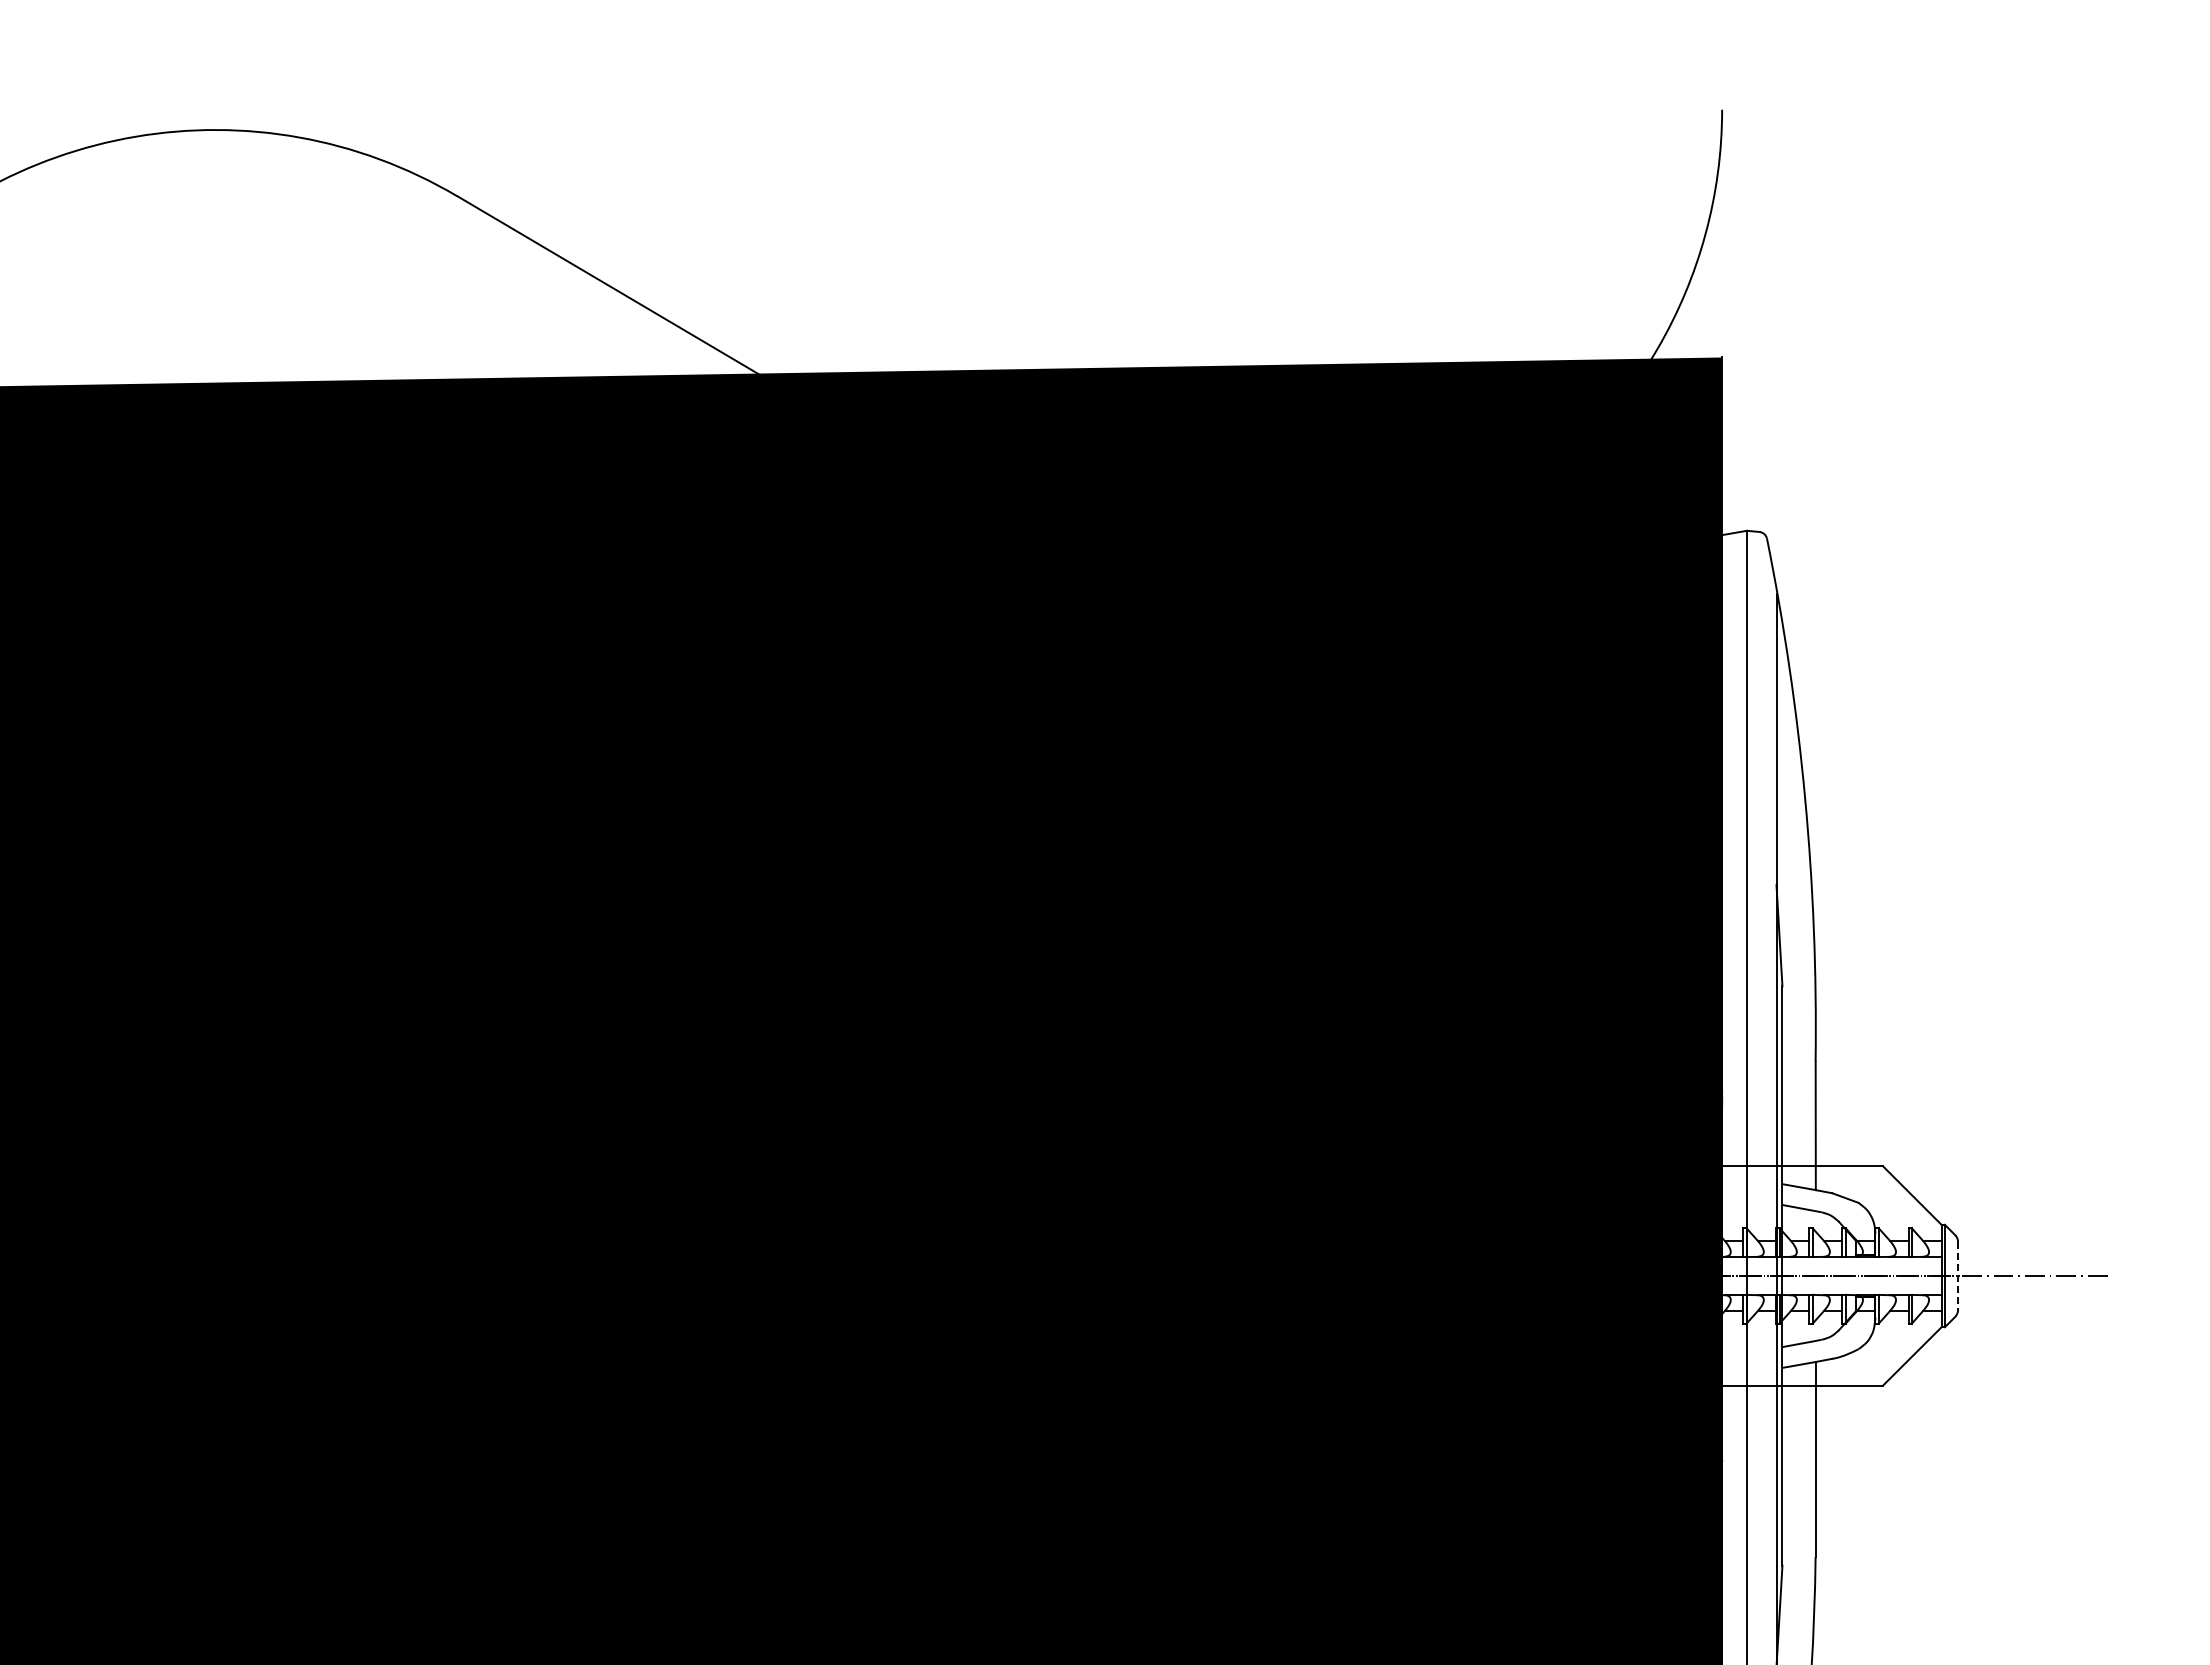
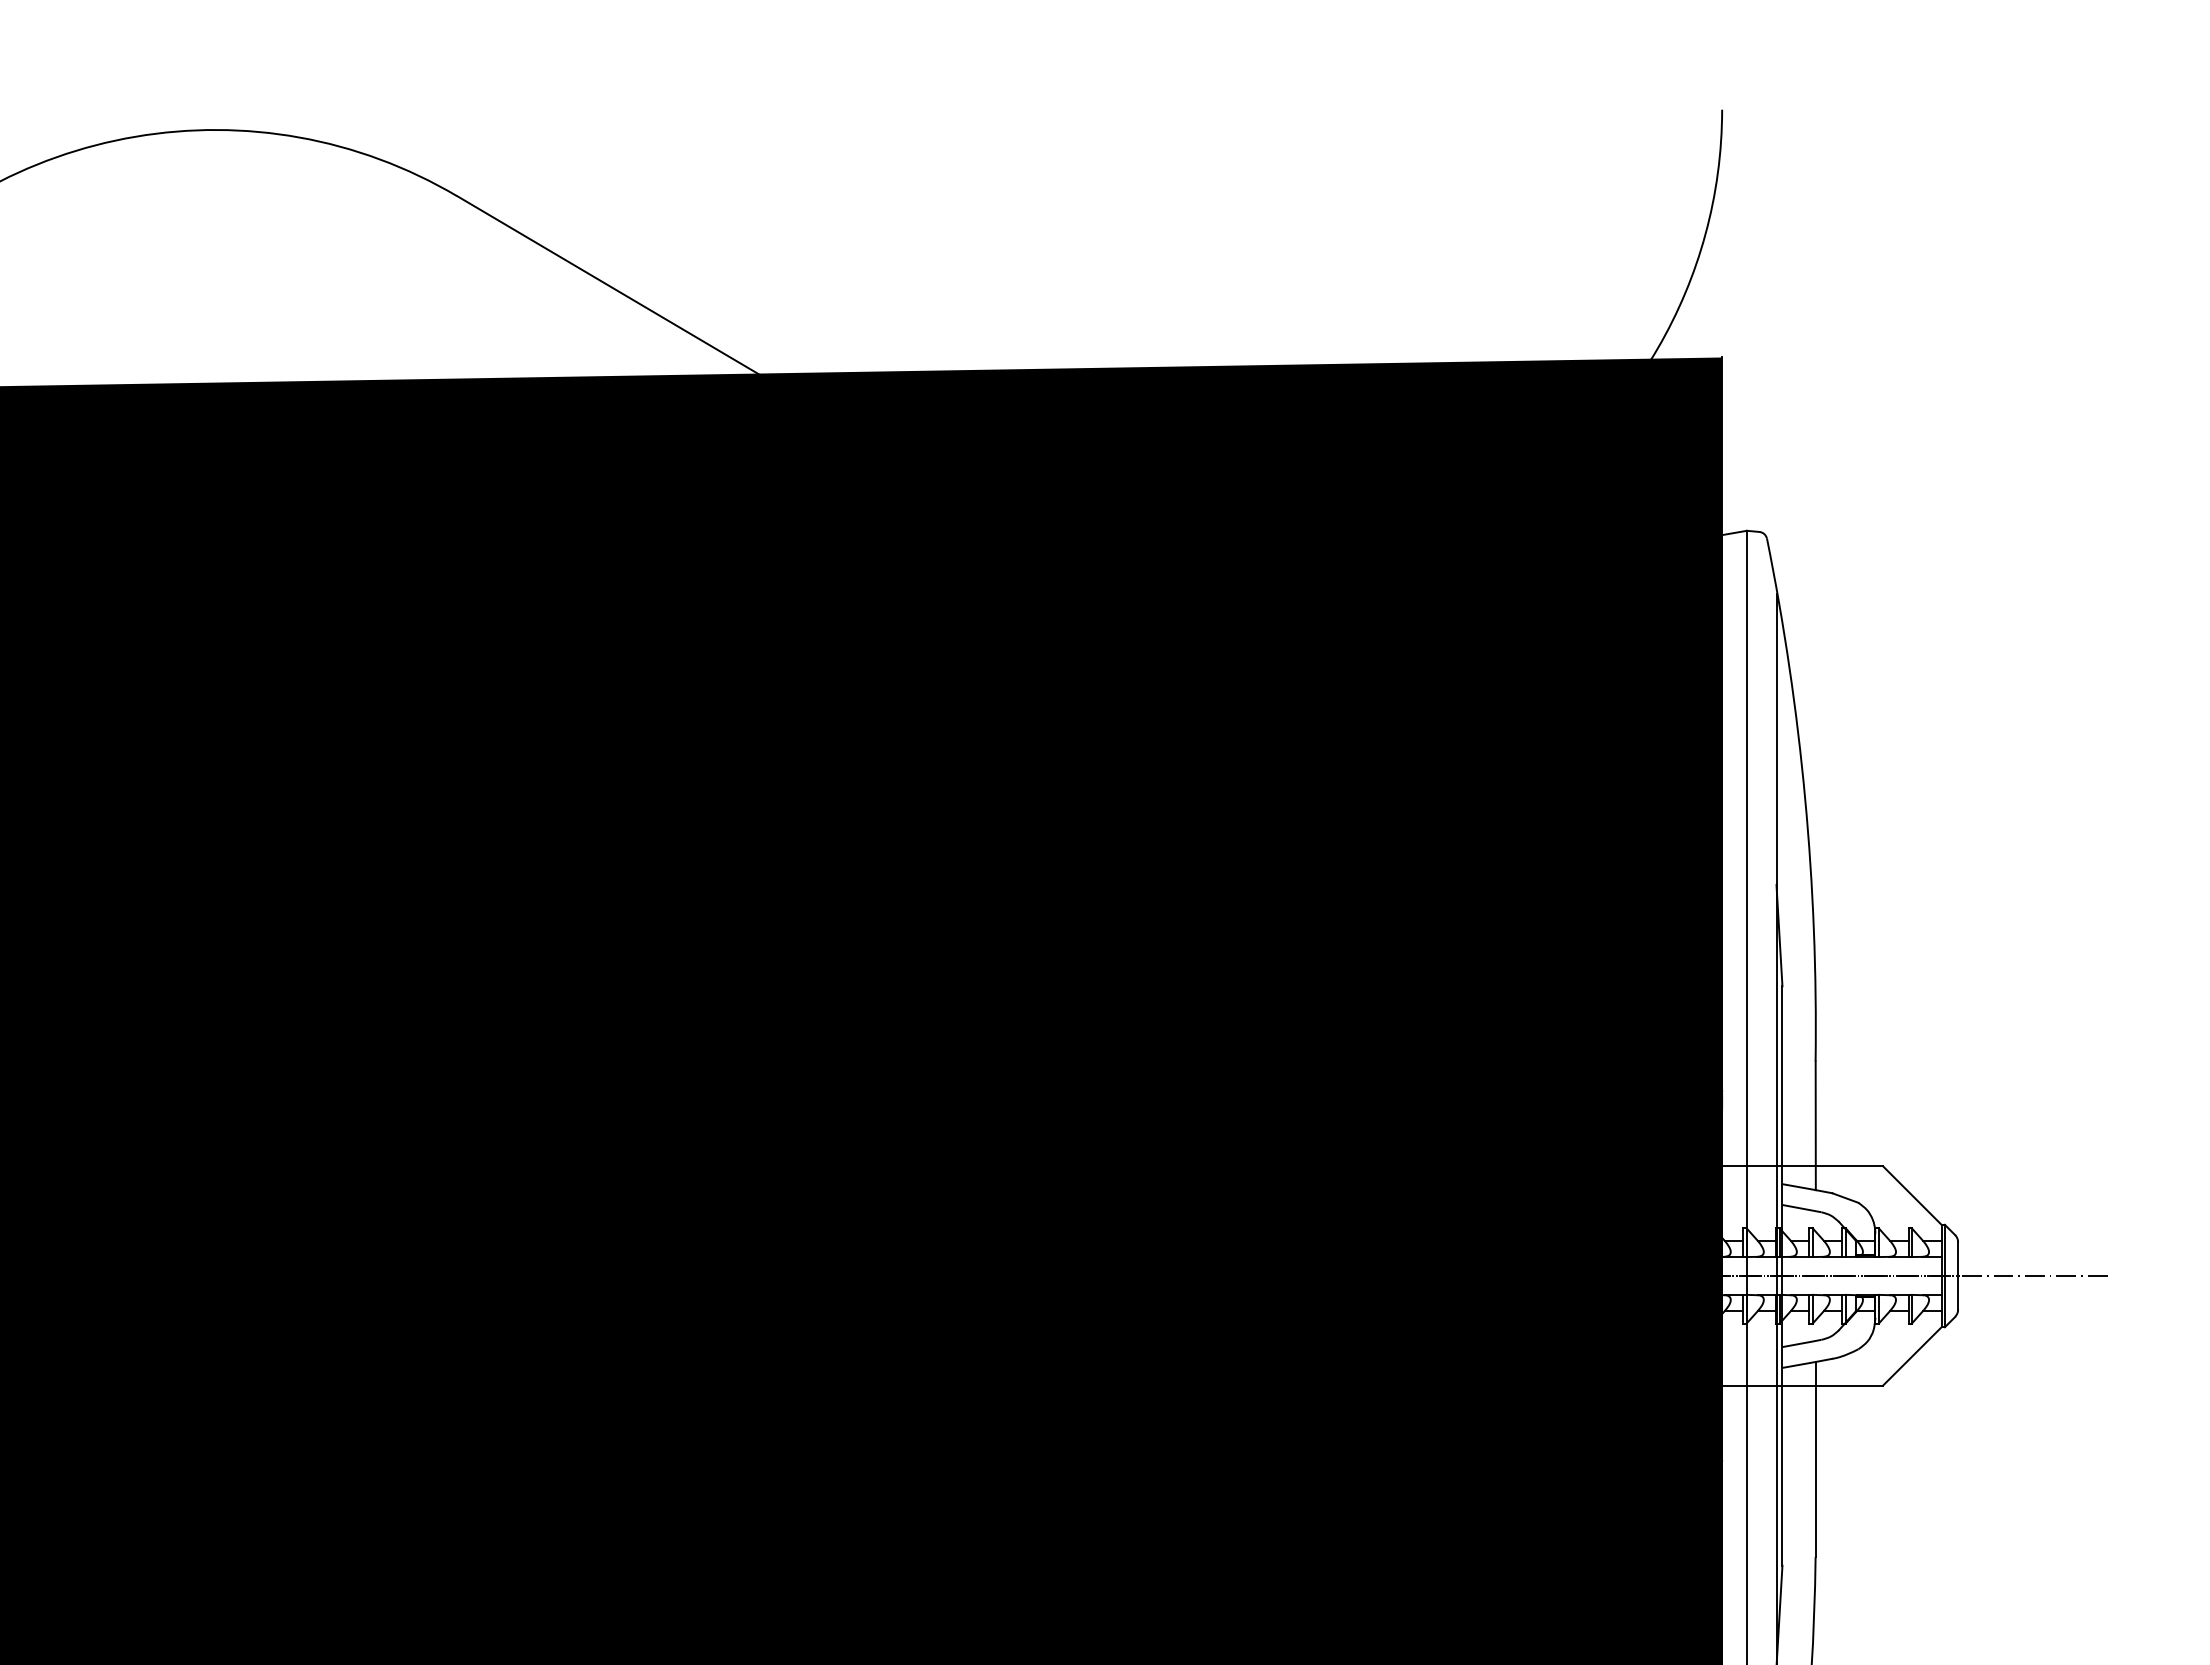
line at (1958, 1275): dashed -> solid
